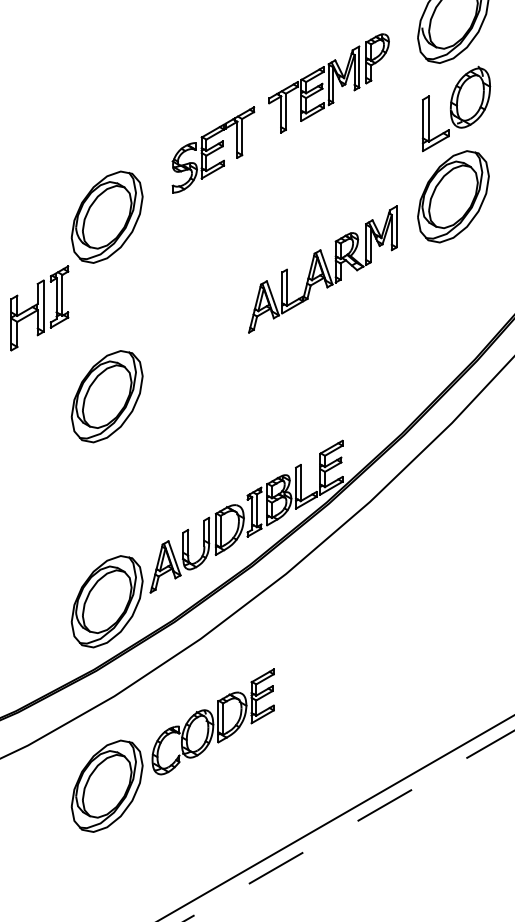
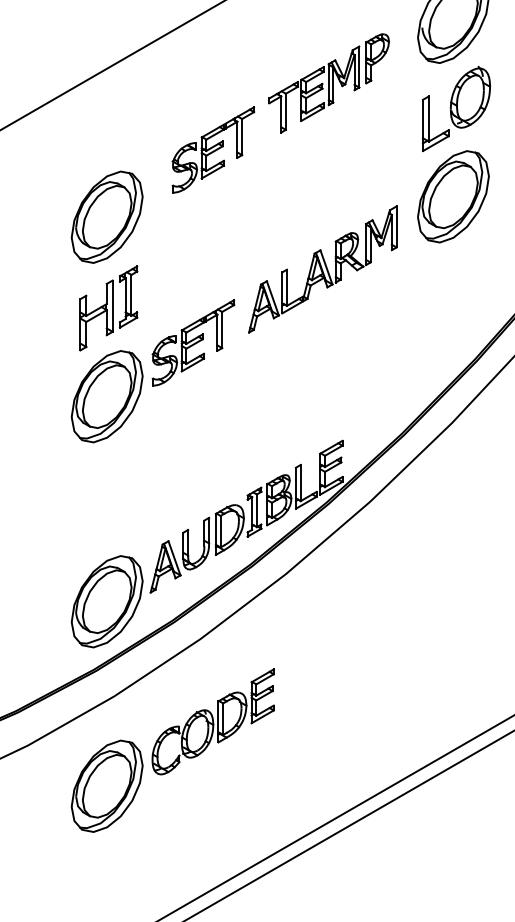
line at (112, 65): none -> present
part at (39, 308) position: (39, 308) -> (108, 308)
part at (193, 342): none -> present
line at (348, 826): dashed -> solid
